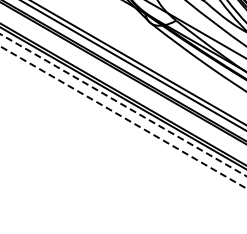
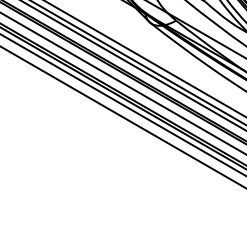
line at (145, 58): none -> present
line at (122, 83): none -> present
line at (123, 105): dashed -> solid
line at (123, 117): dashed -> solid
